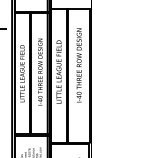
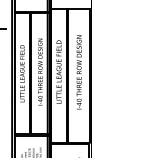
text at (78, 65) position: (78, 65) -> (78, 72)
